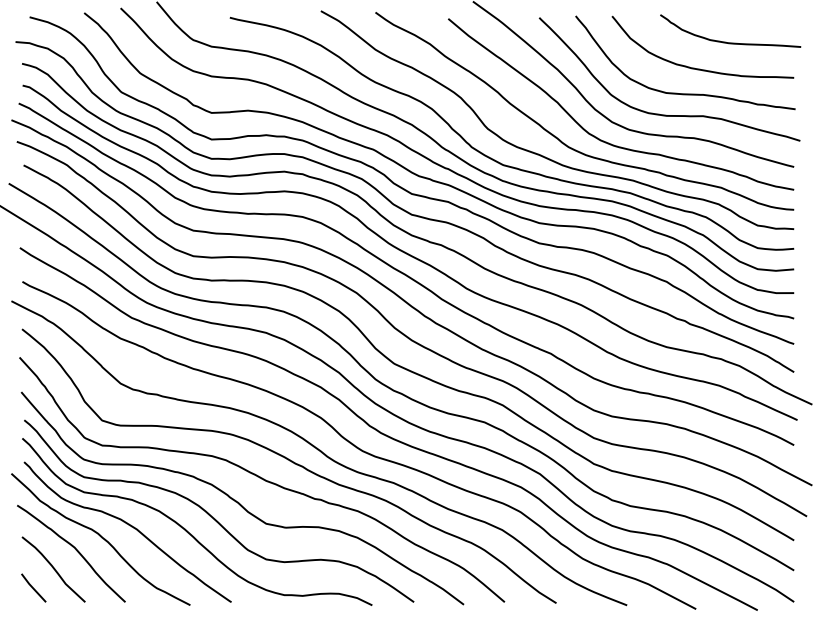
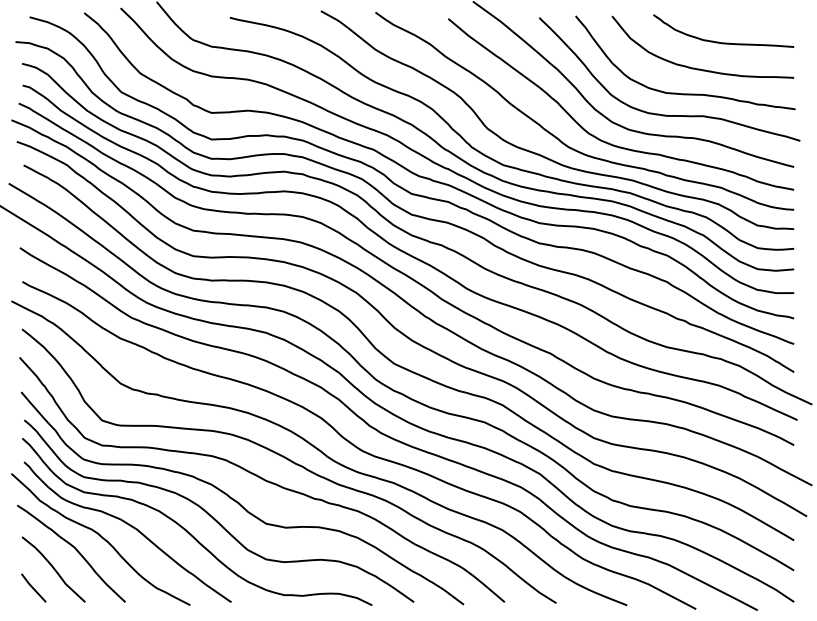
curve at (726, 41) position: (726, 41) -> (719, 41)
